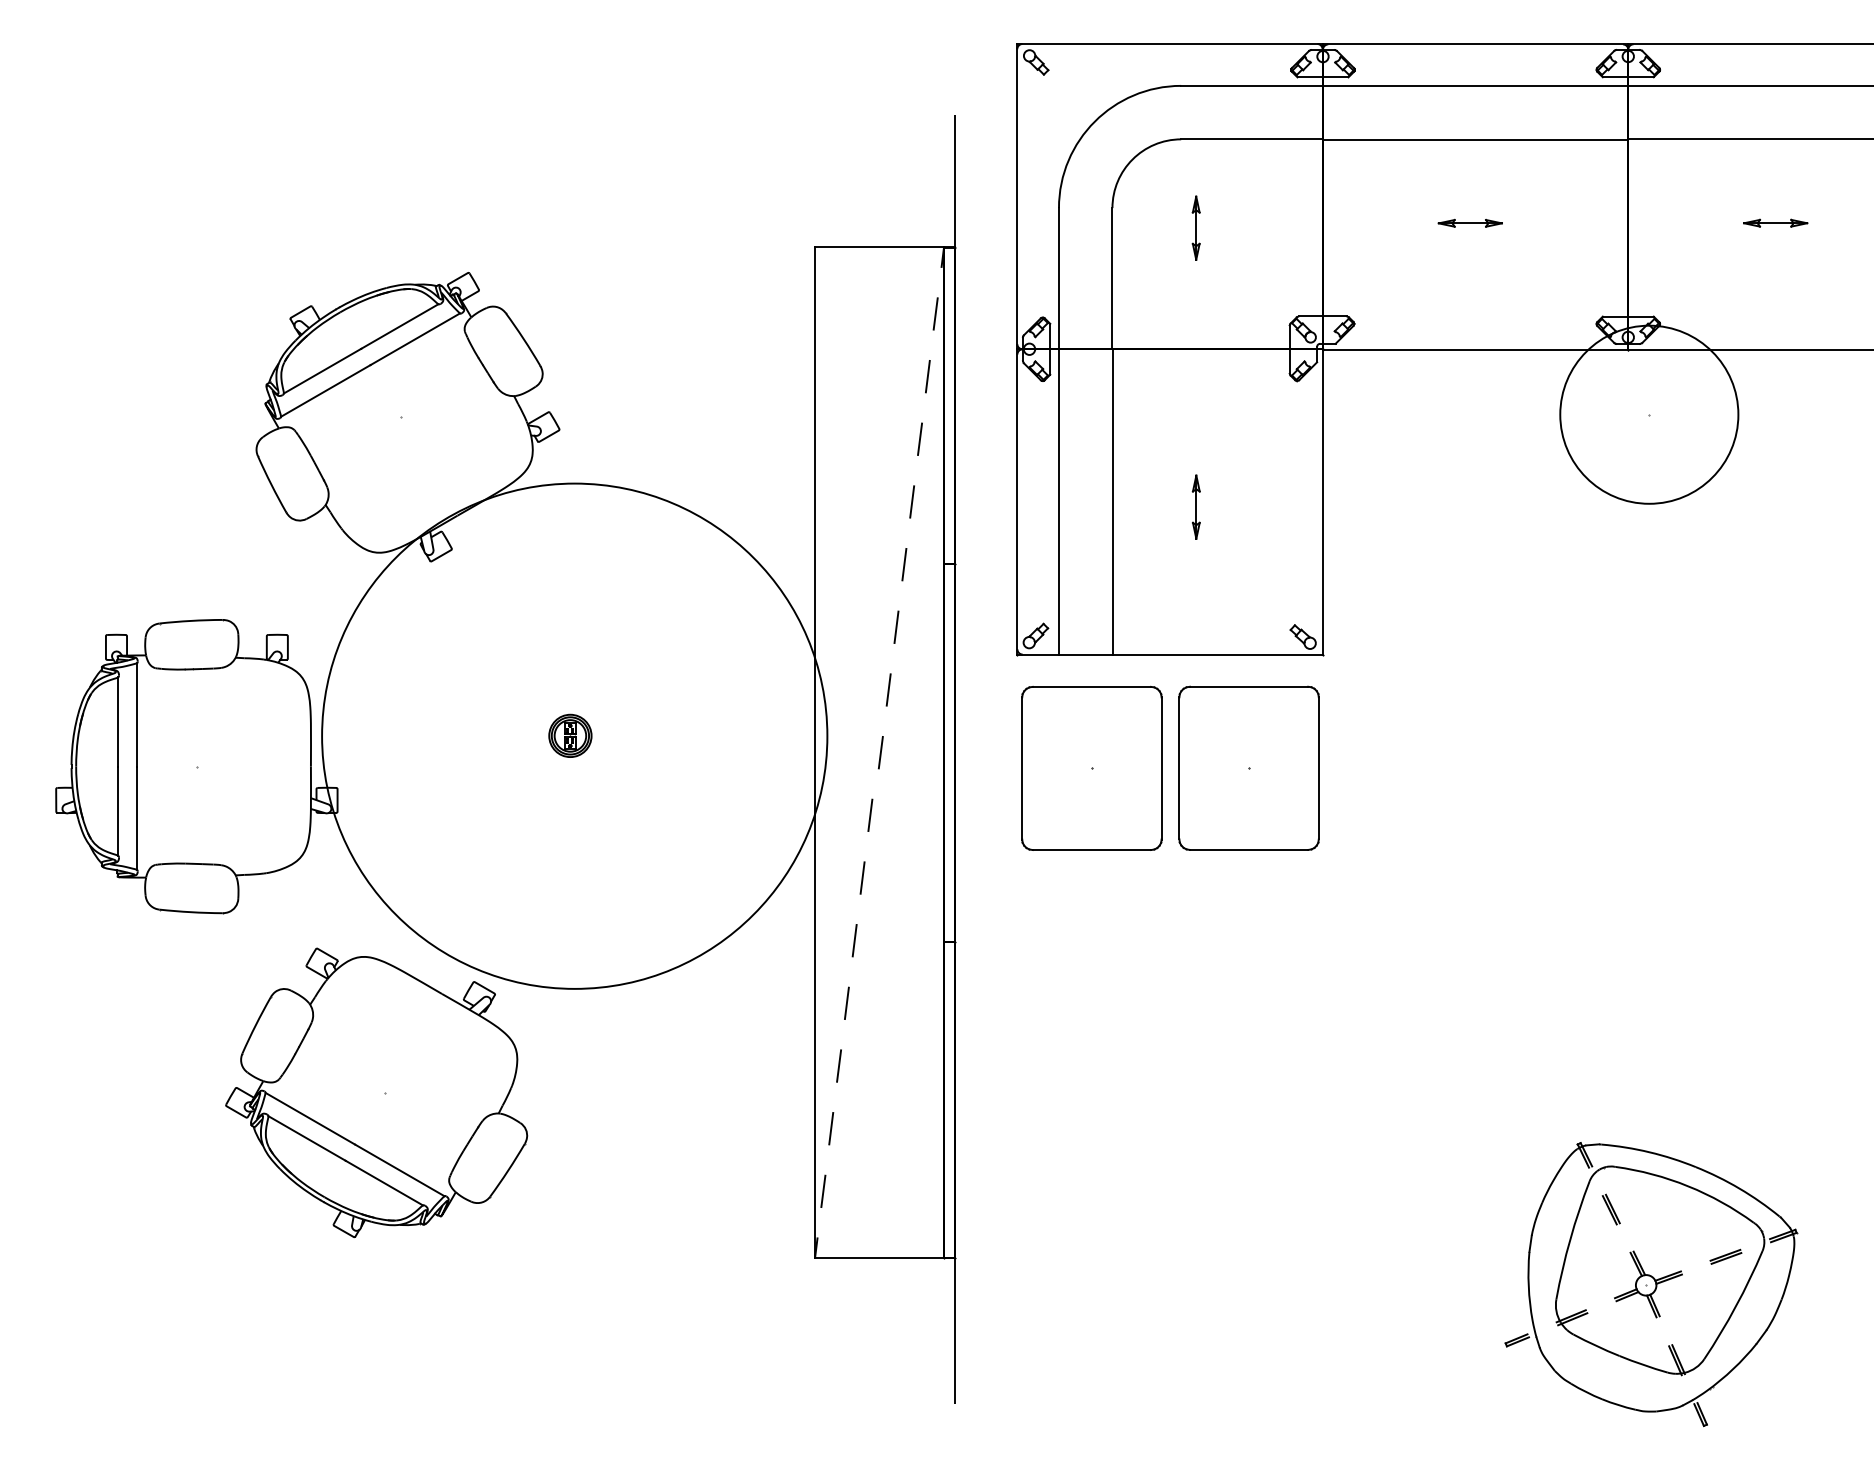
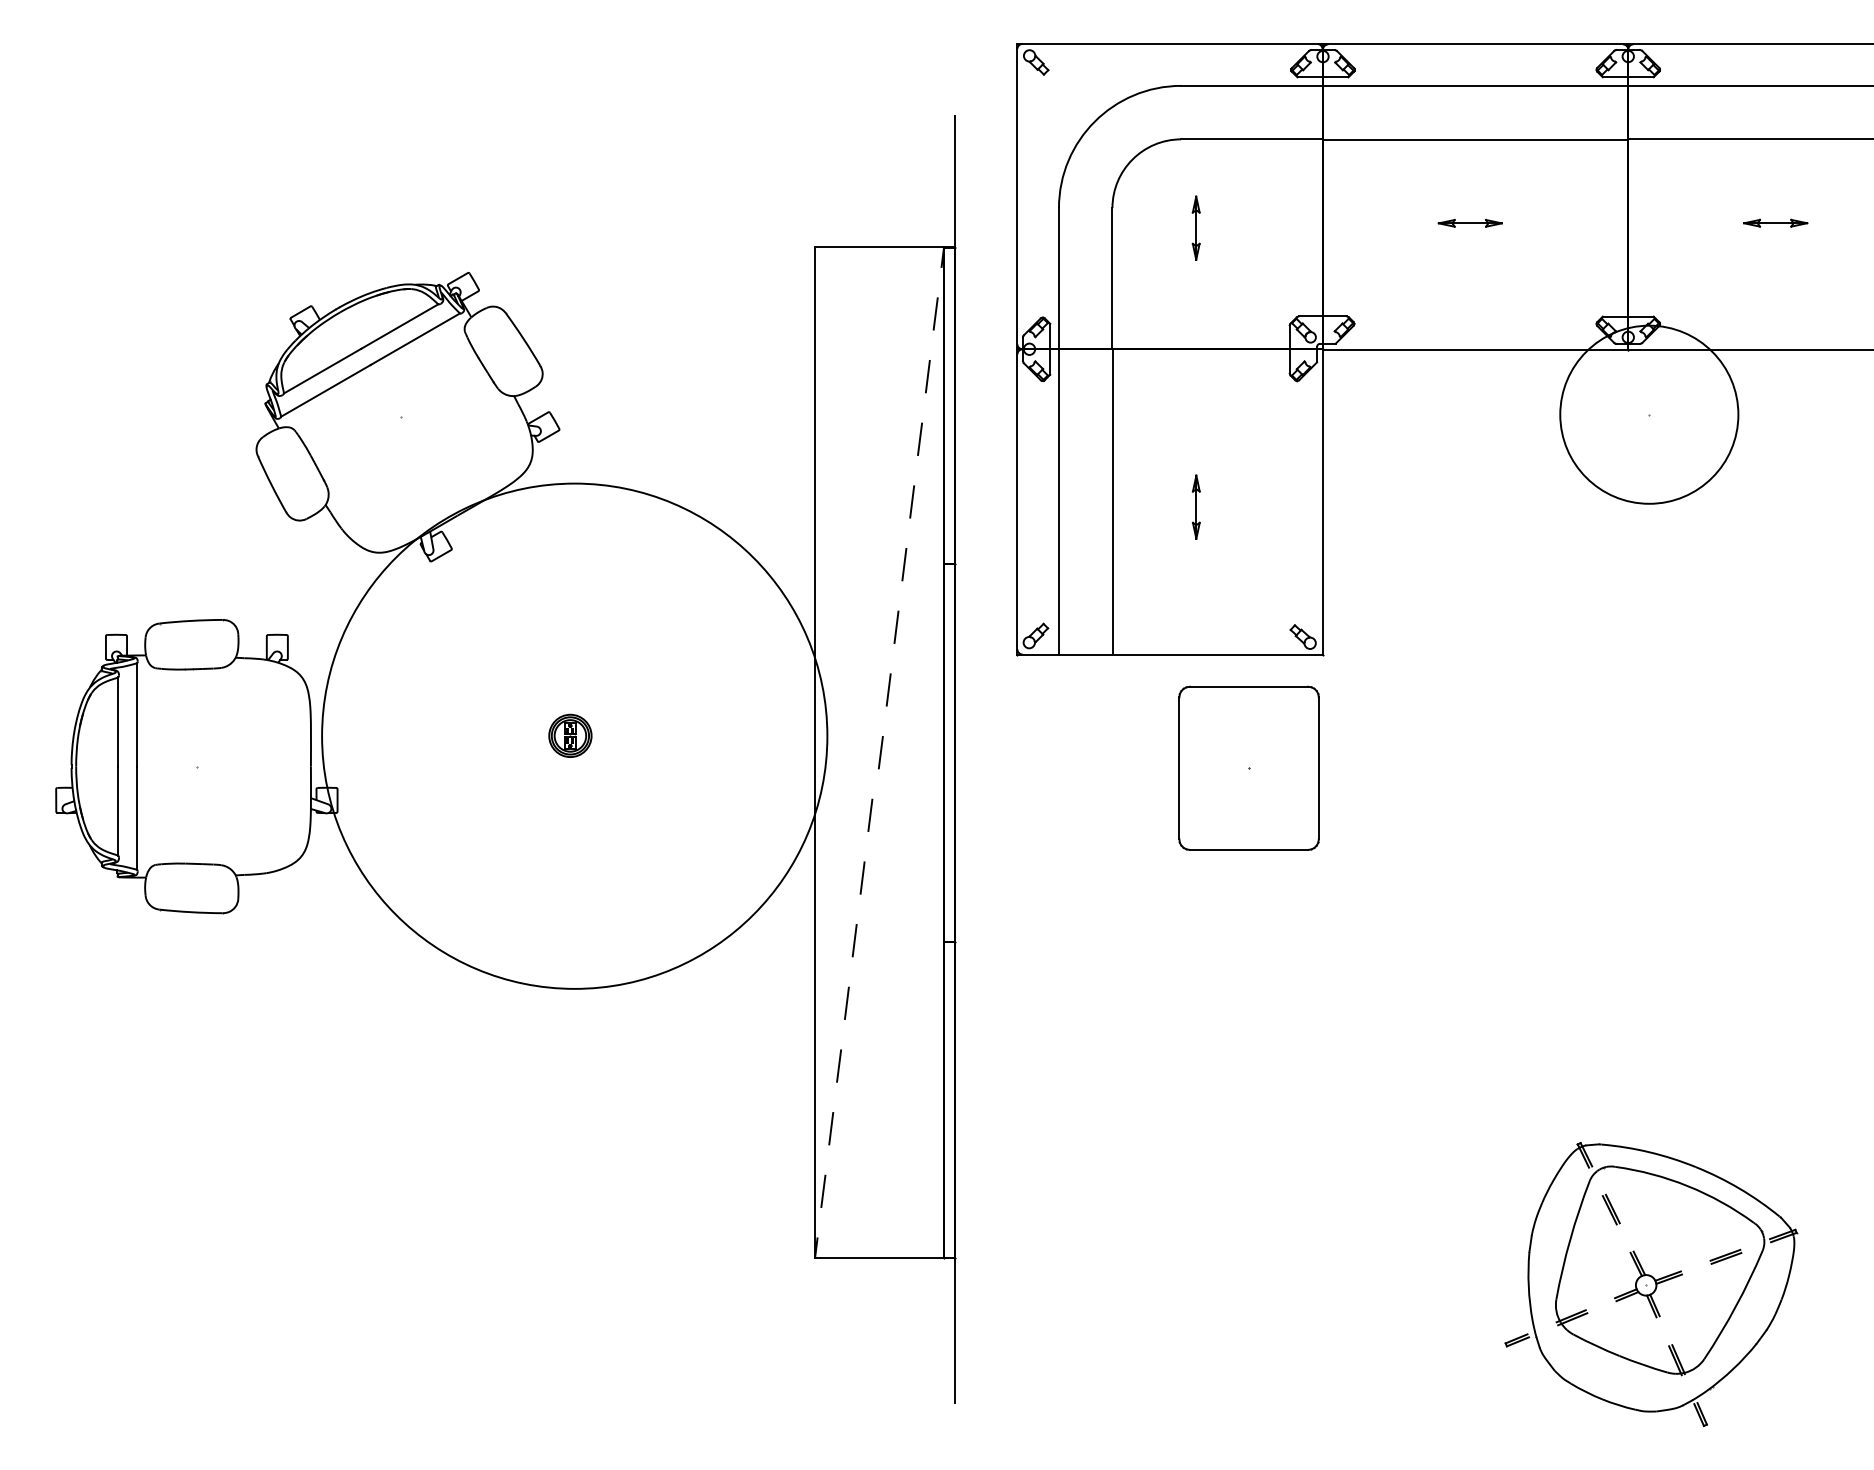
part at (1091, 767): present -> none
part at (376, 1092): present -> none
